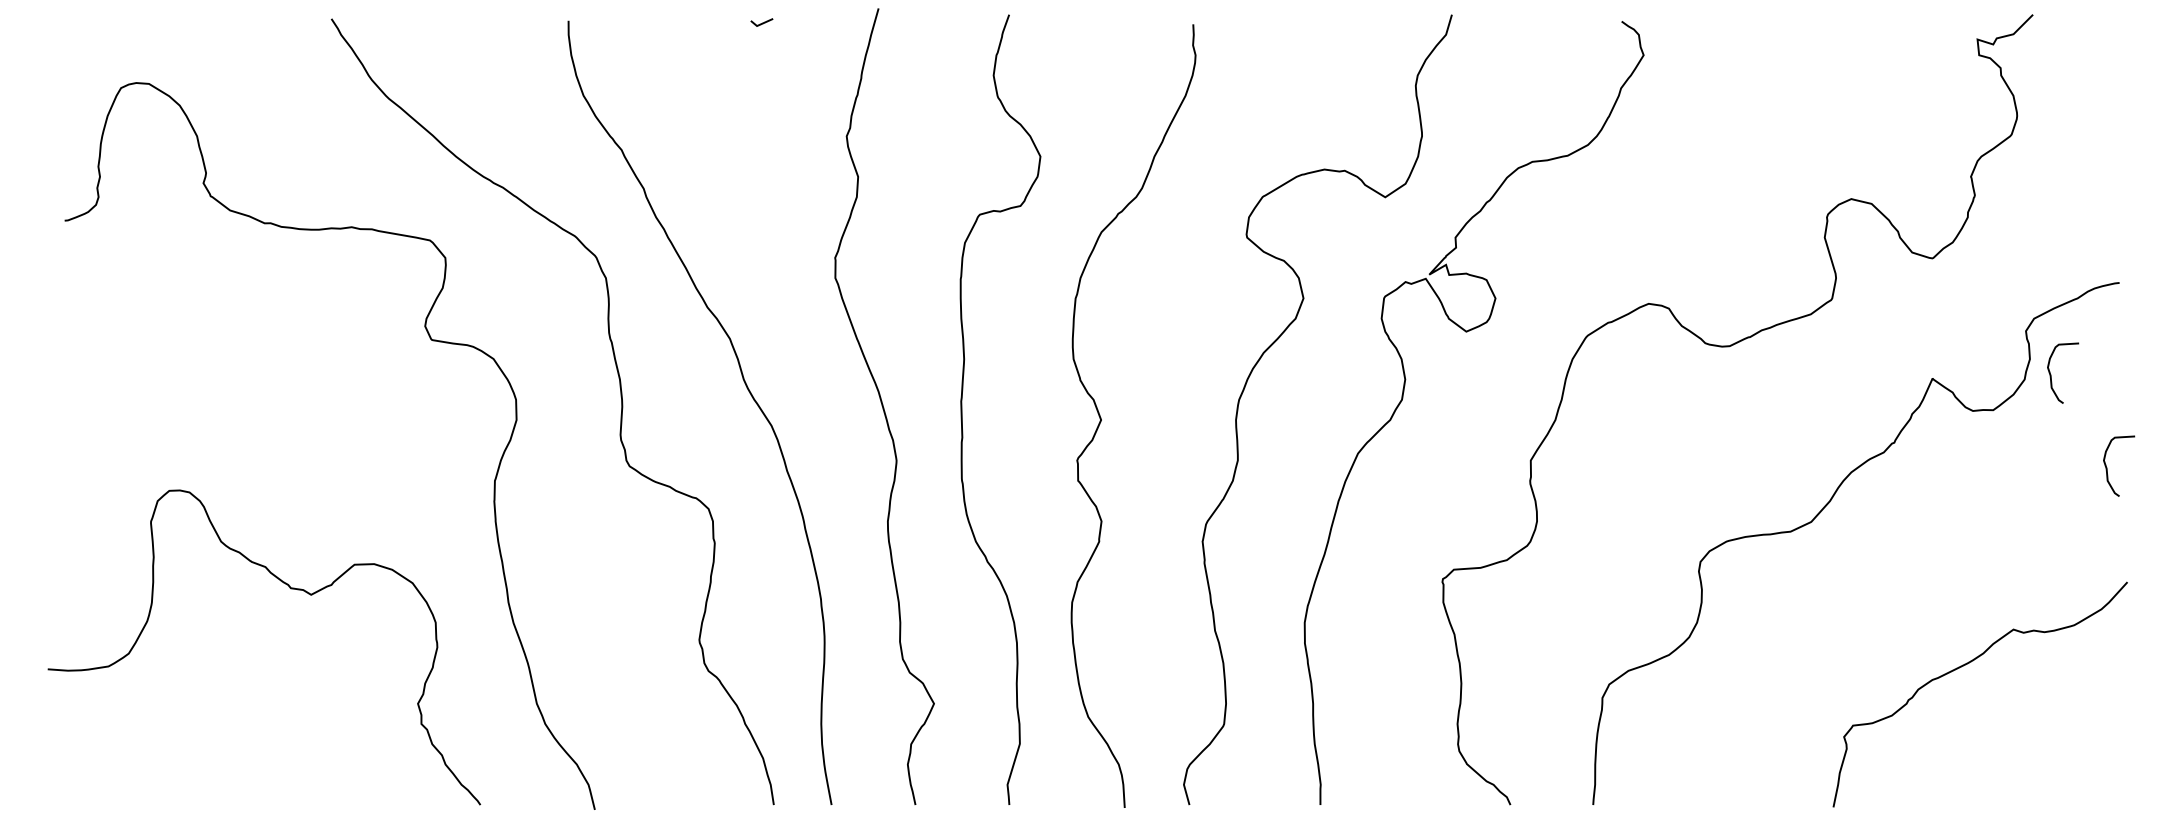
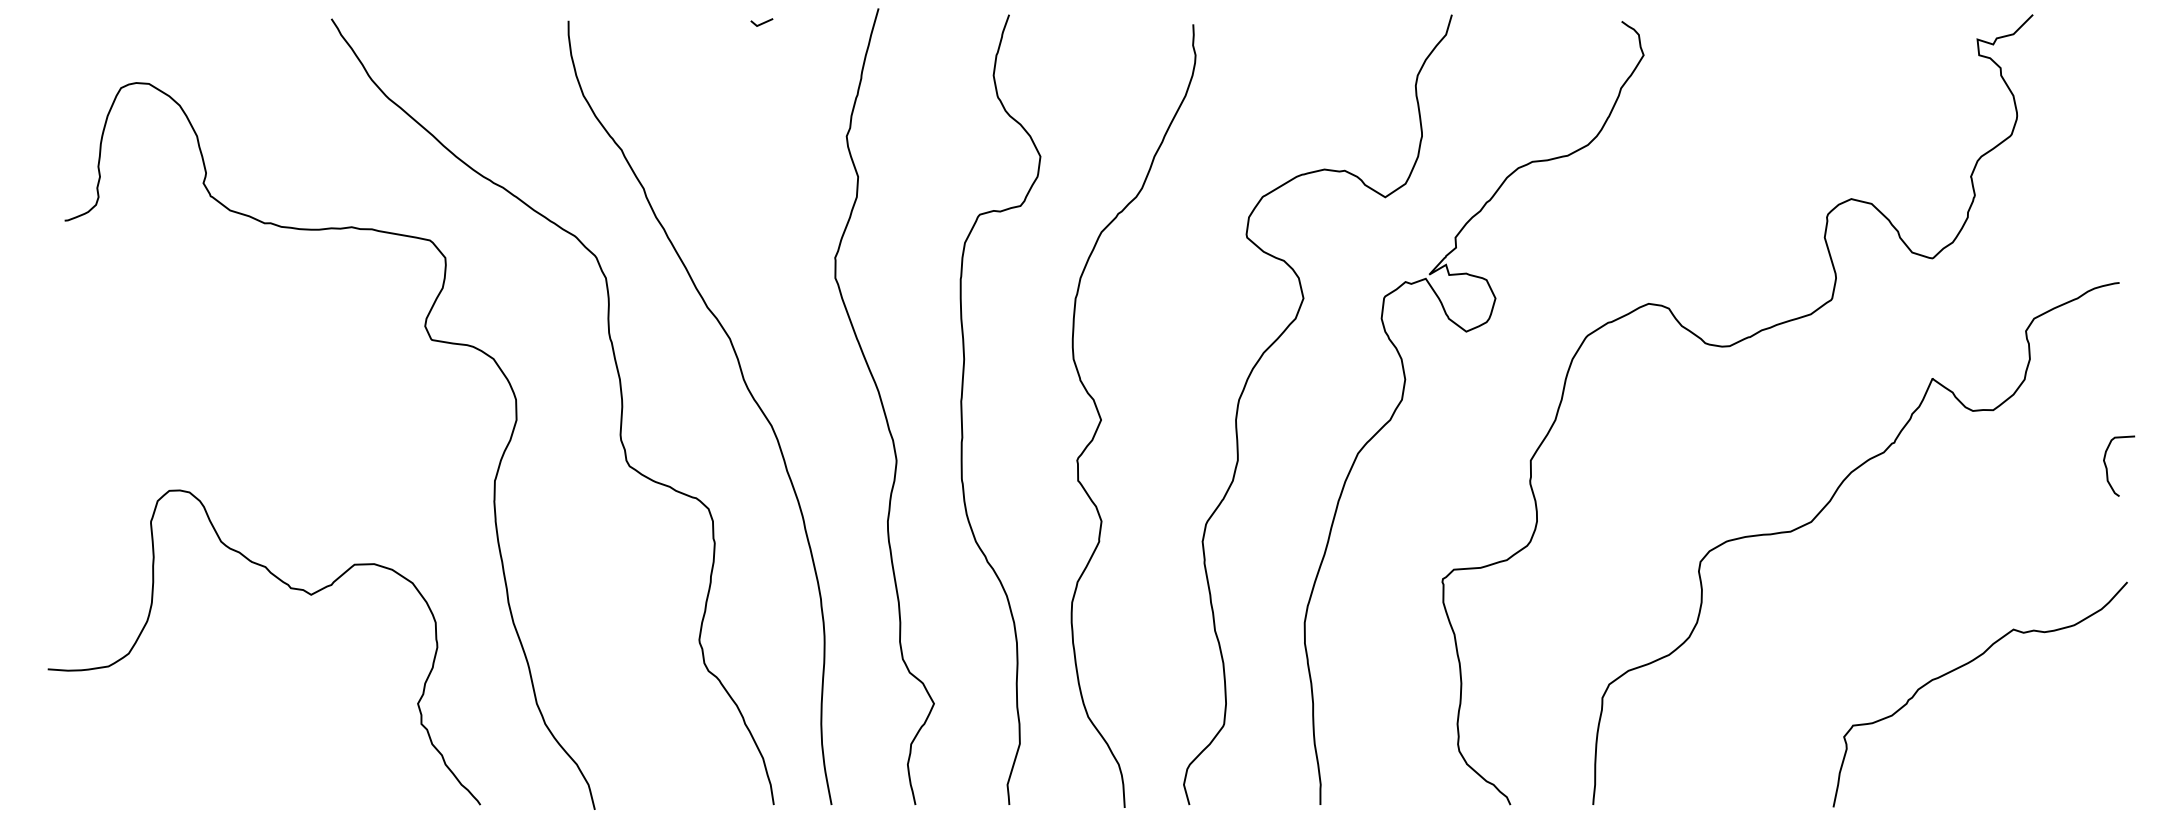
curve at (2051, 374): present -> none
